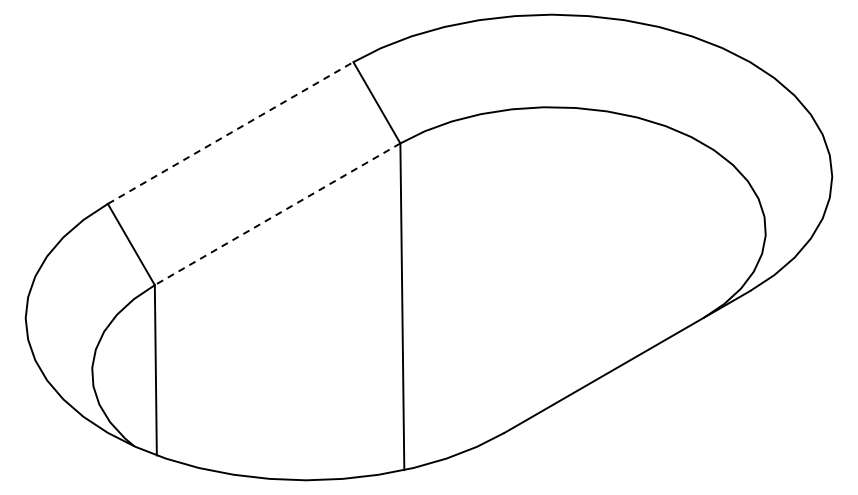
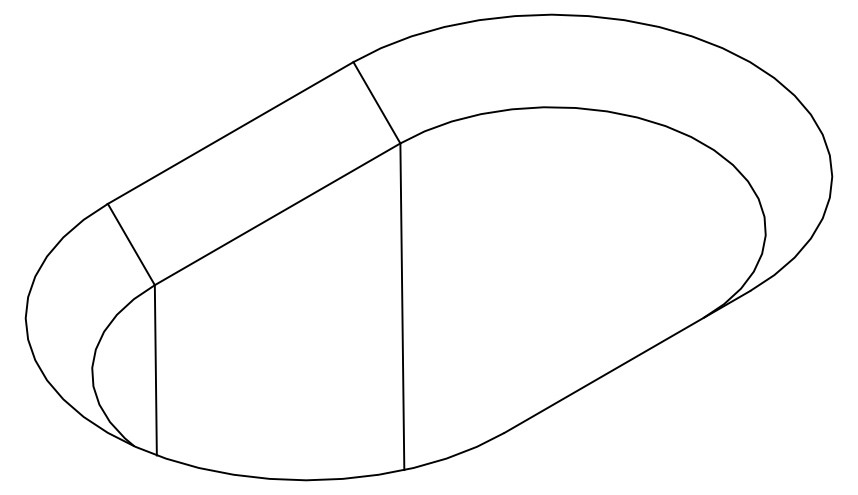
line at (230, 133): dashed -> solid
line at (277, 214): dashed -> solid
